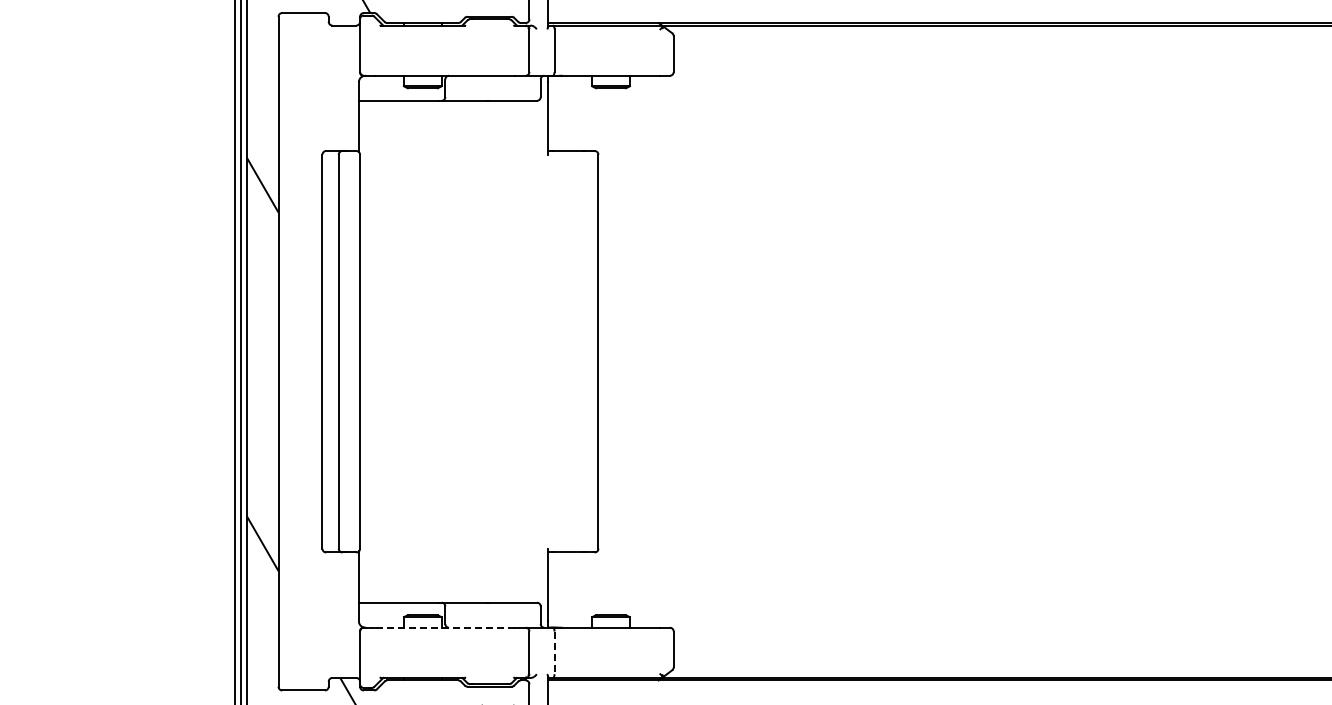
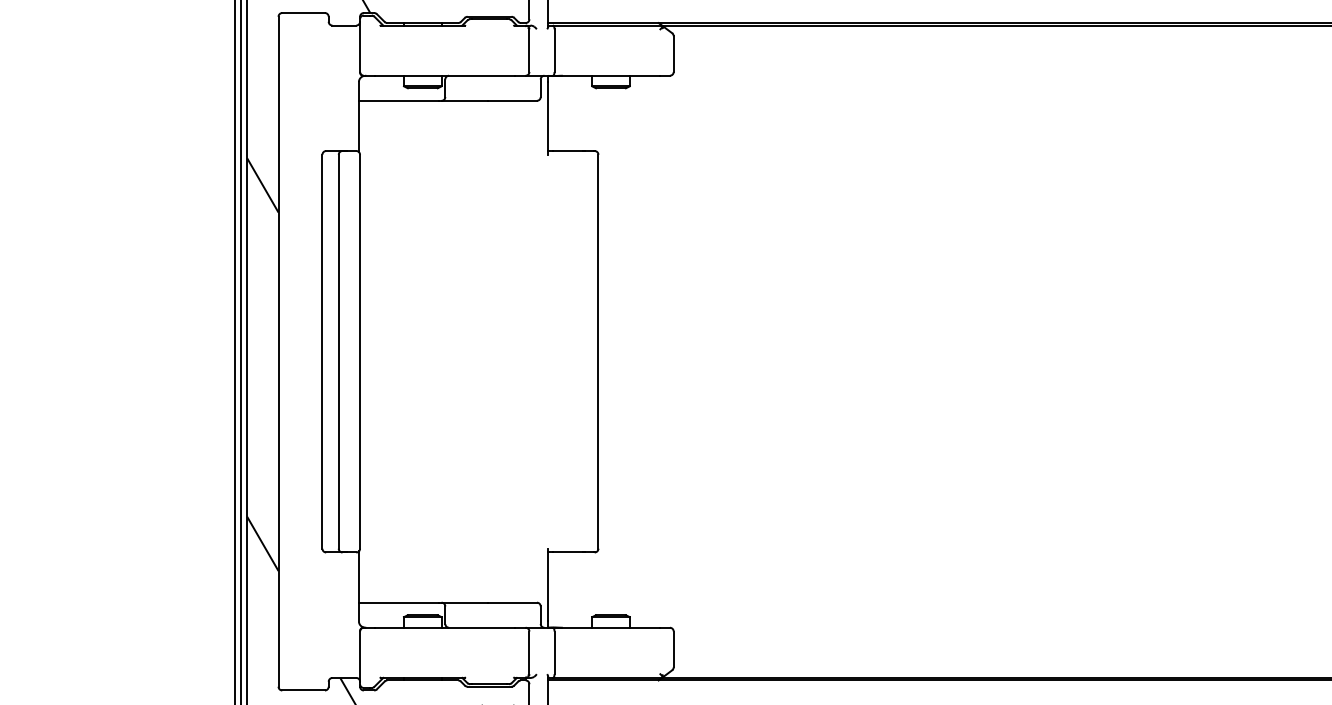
line at (444, 627): dashed -> solid
line at (554, 653): dashed -> solid
